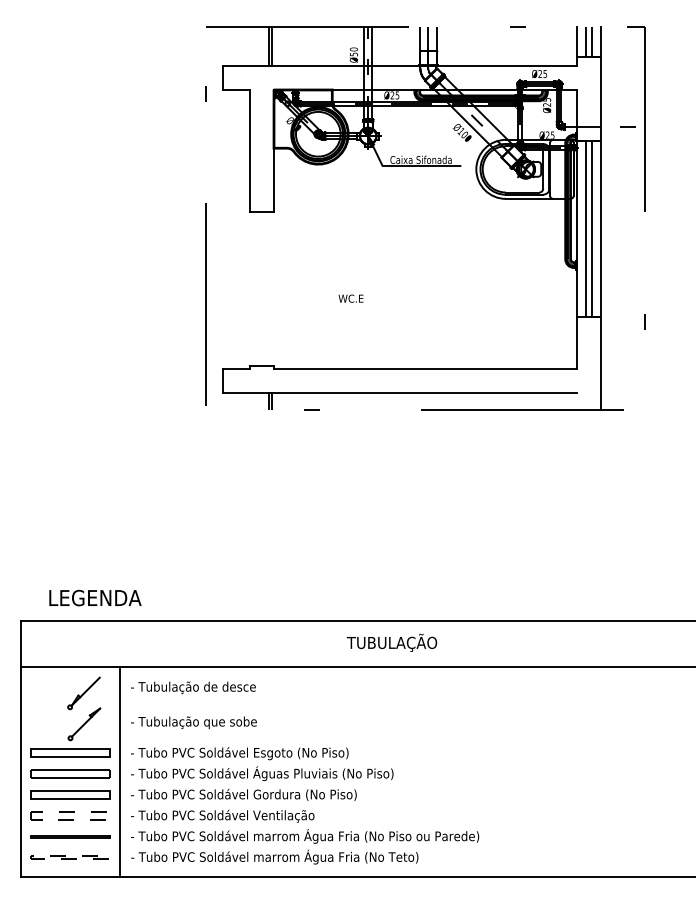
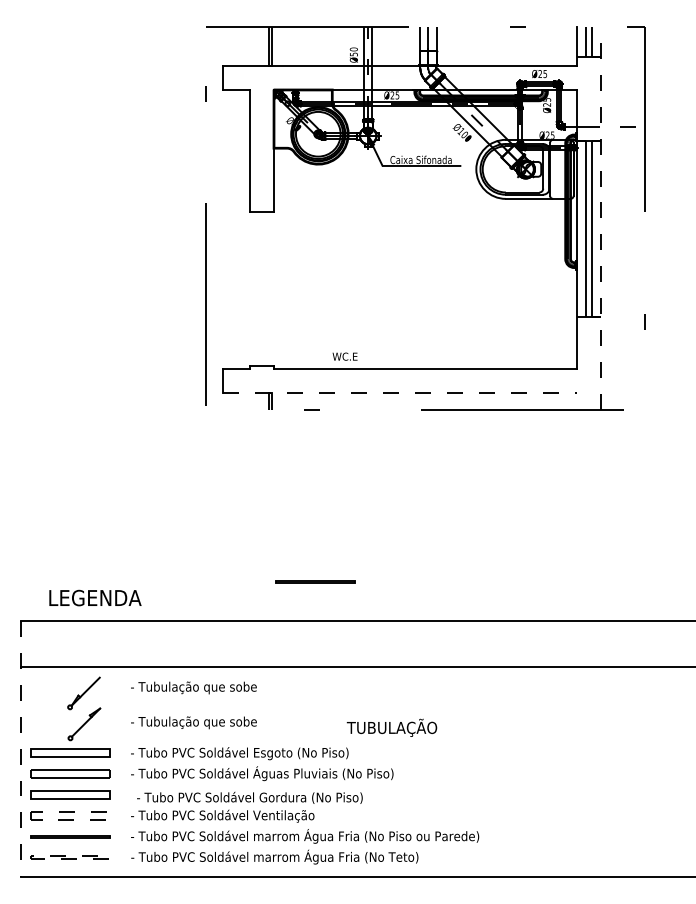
line at (600, 218): solid -> dashed
text at (350, 298) position: (350, 298) -> (344, 356)
line at (400, 392): solid -> dashed
line at (315, 581): none -> present
text at (391, 642) position: (391, 642) -> (391, 727)
text at (232, 687): - Tubulação de desce -> - Tubulação que sobe
line at (20, 748): solid -> dashed
line at (120, 771): present -> none
text at (243, 794) position: (243, 794) -> (249, 797)
